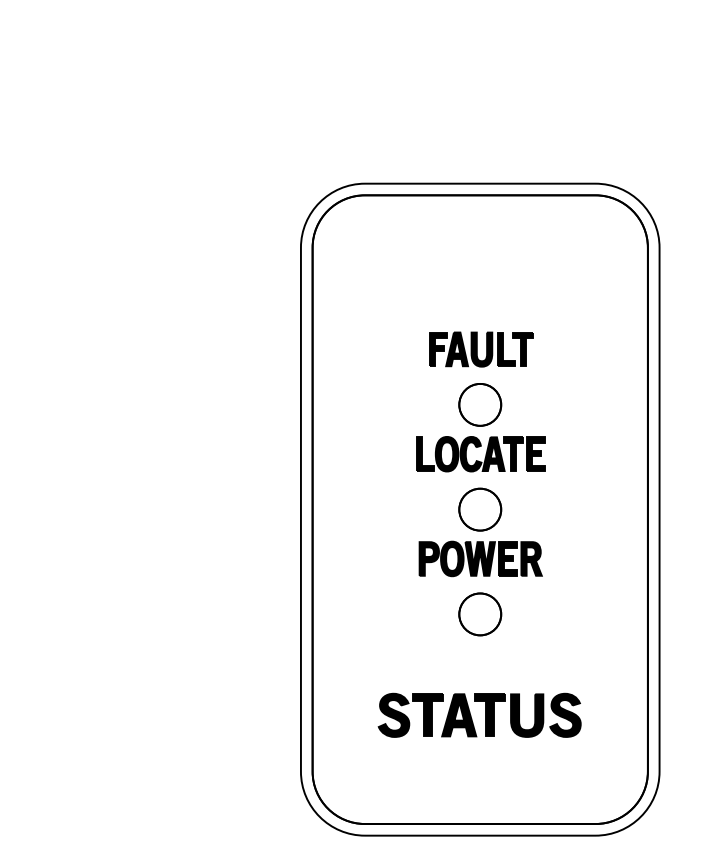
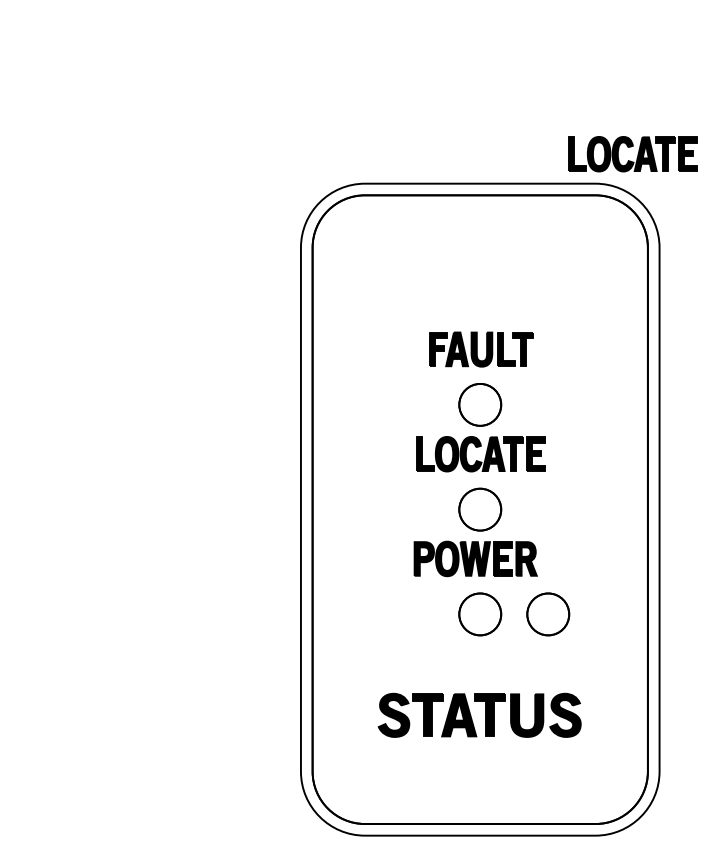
part at (632, 154): none -> present
part at (480, 558) position: (480, 558) -> (475, 558)
part at (548, 614): none -> present
